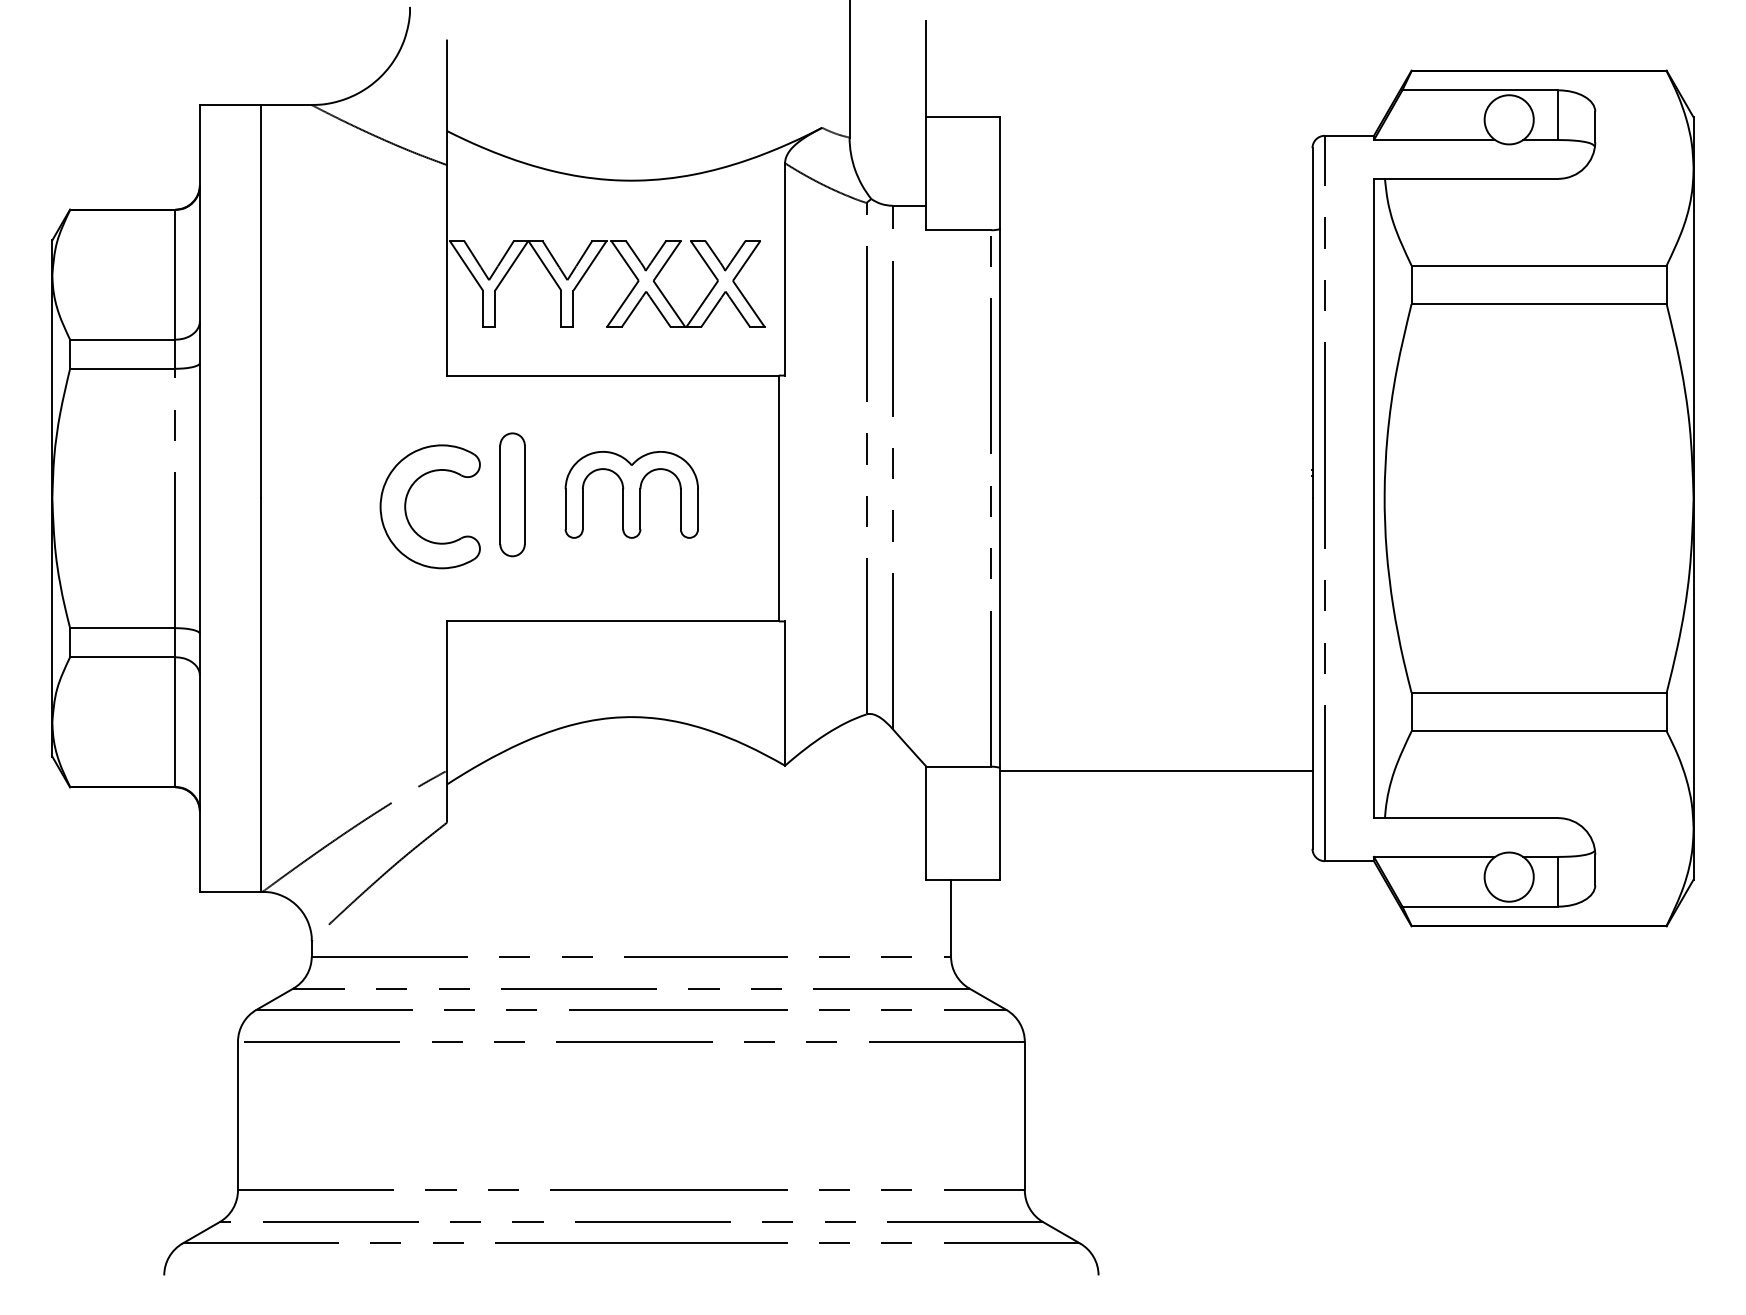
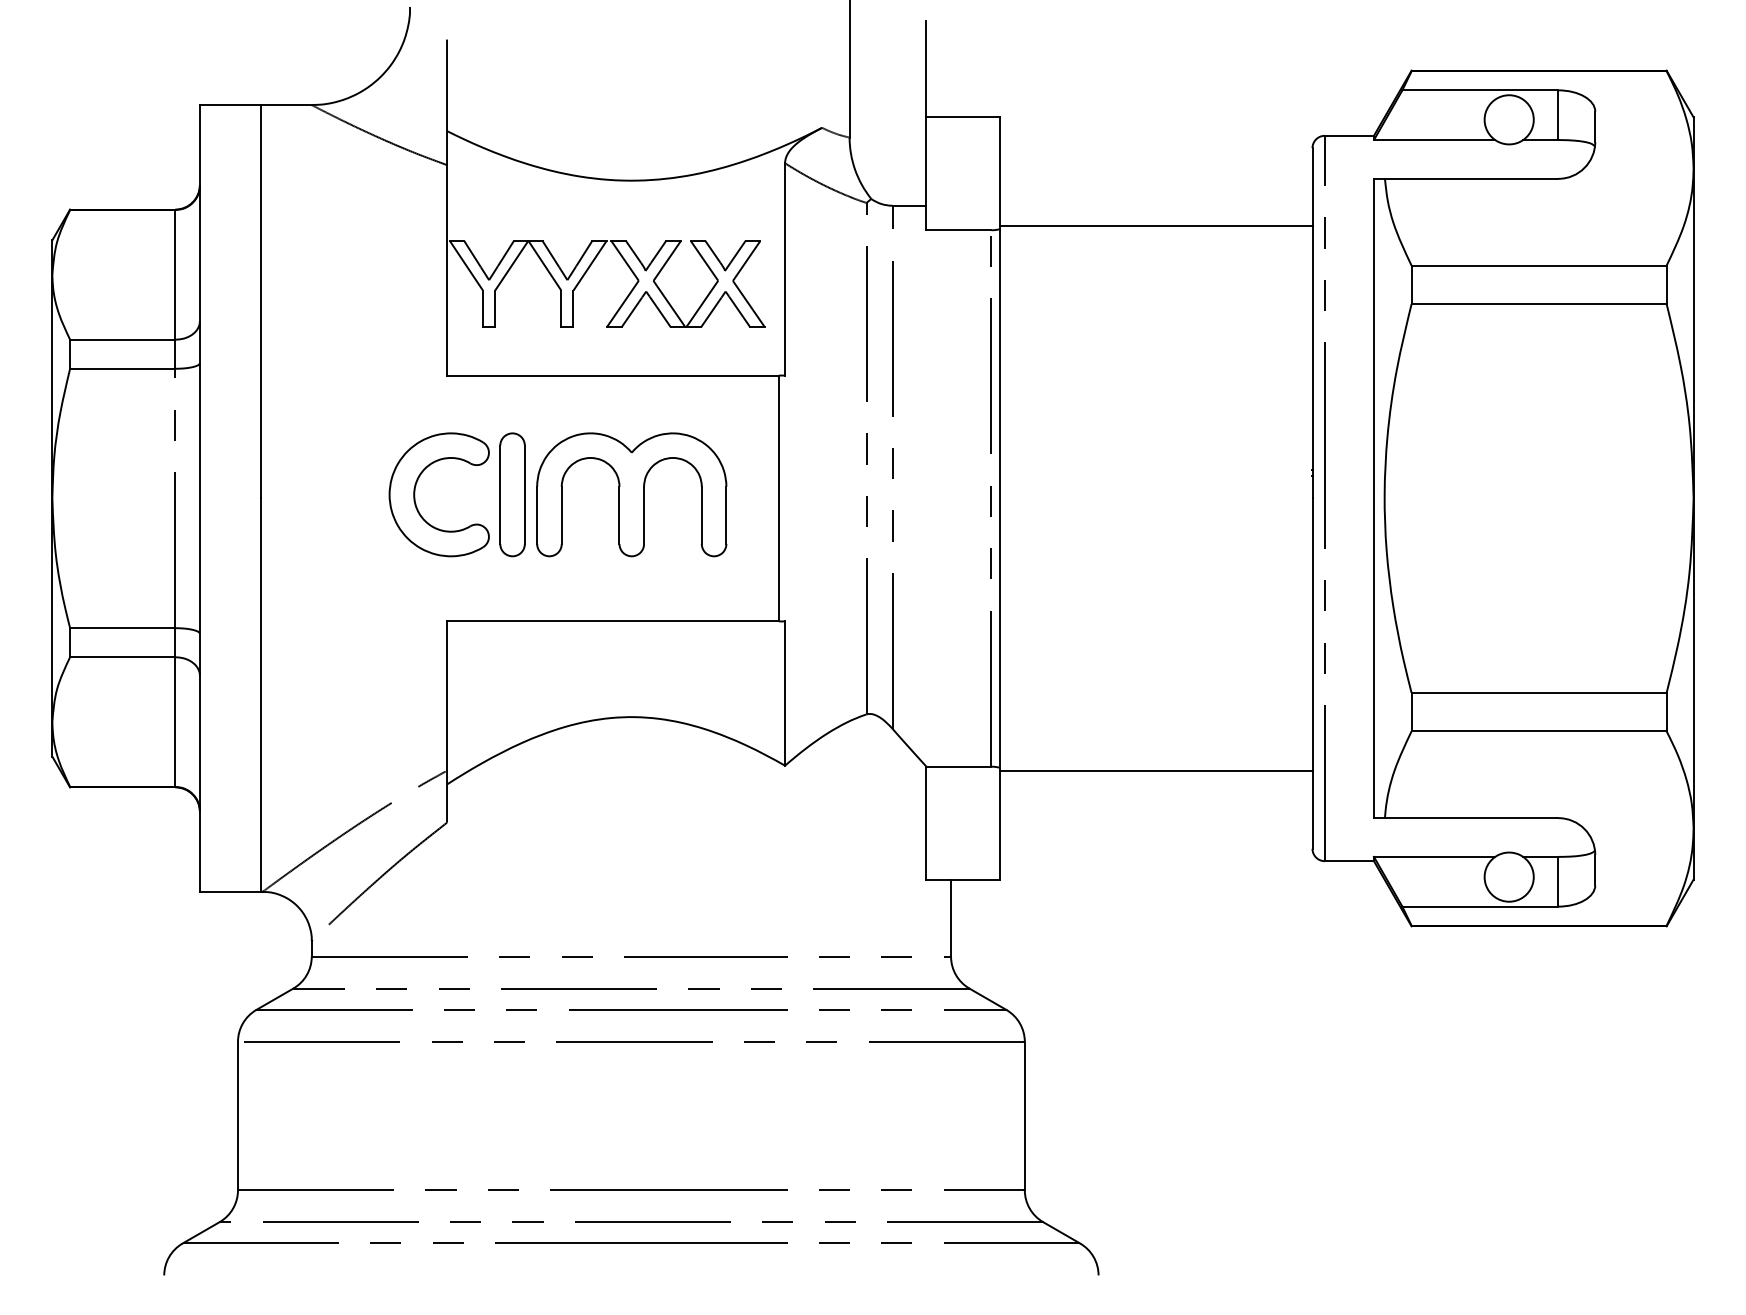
line at (1156, 225): none -> present
part at (631, 494) size: 135x88 px -> 192x126 px
part at (406, 506) position: (406, 506) -> (415, 494)
